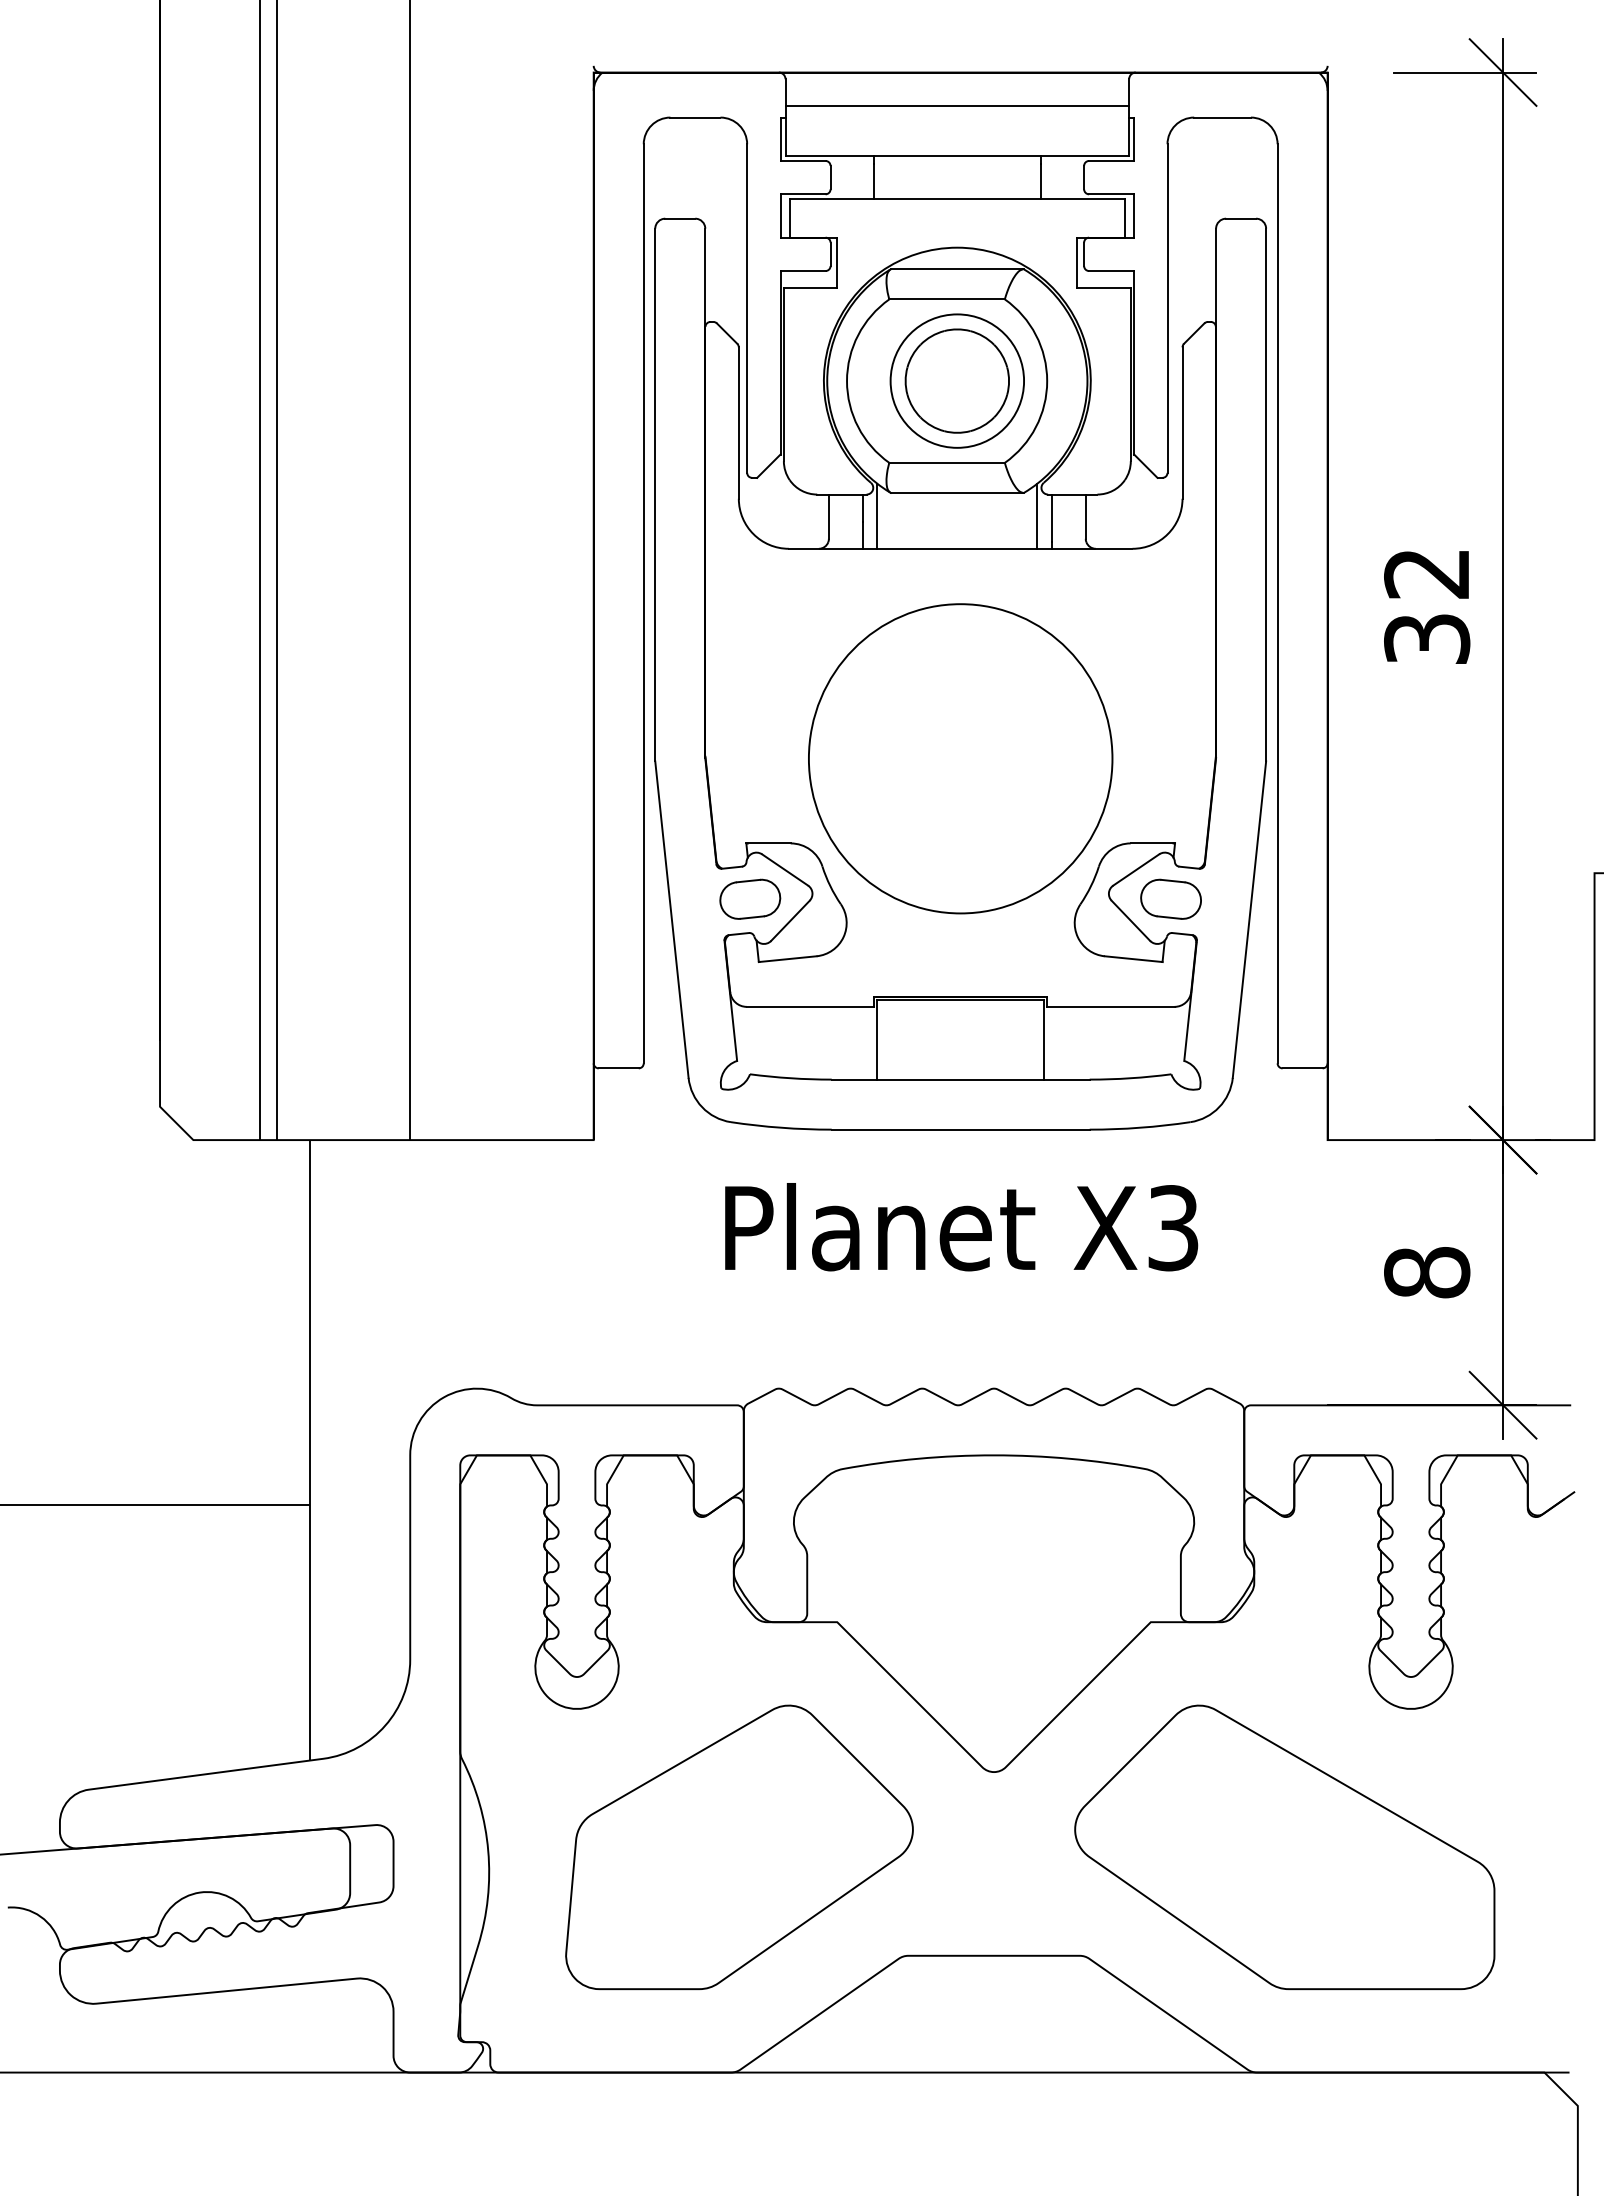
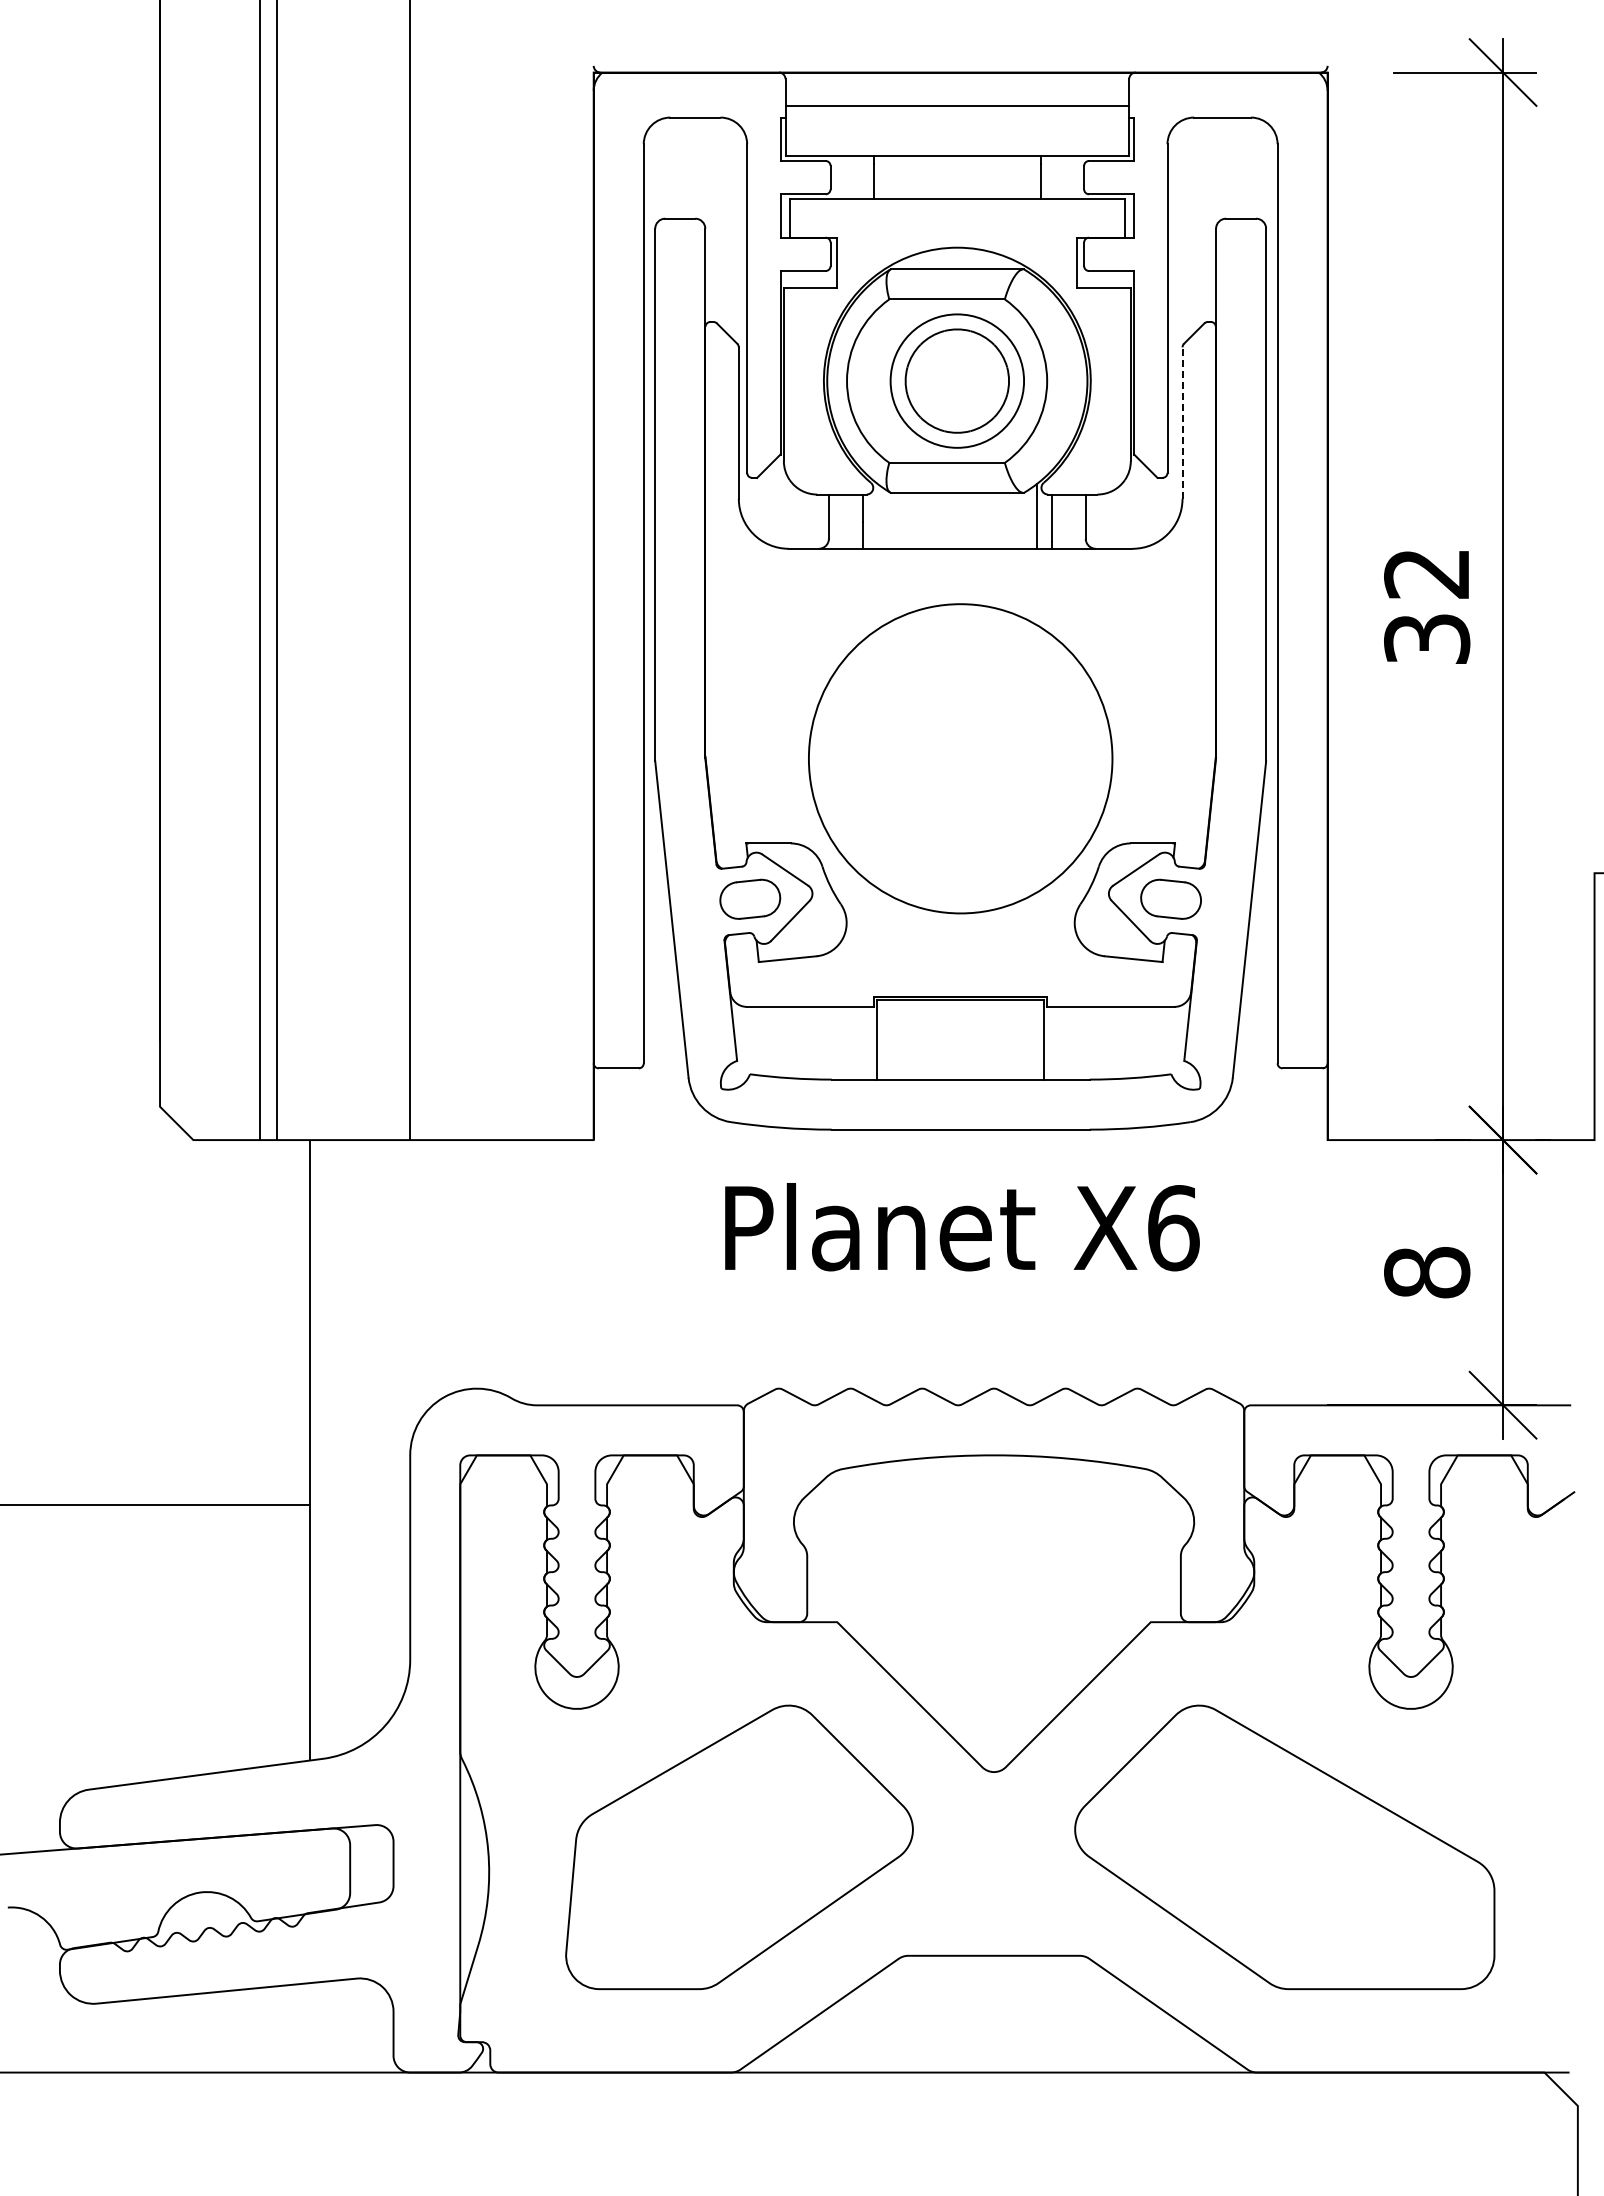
line at (1182, 423): solid -> dashed
line at (877, 515): present -> none
text at (1173, 1228): X3 -> X6
